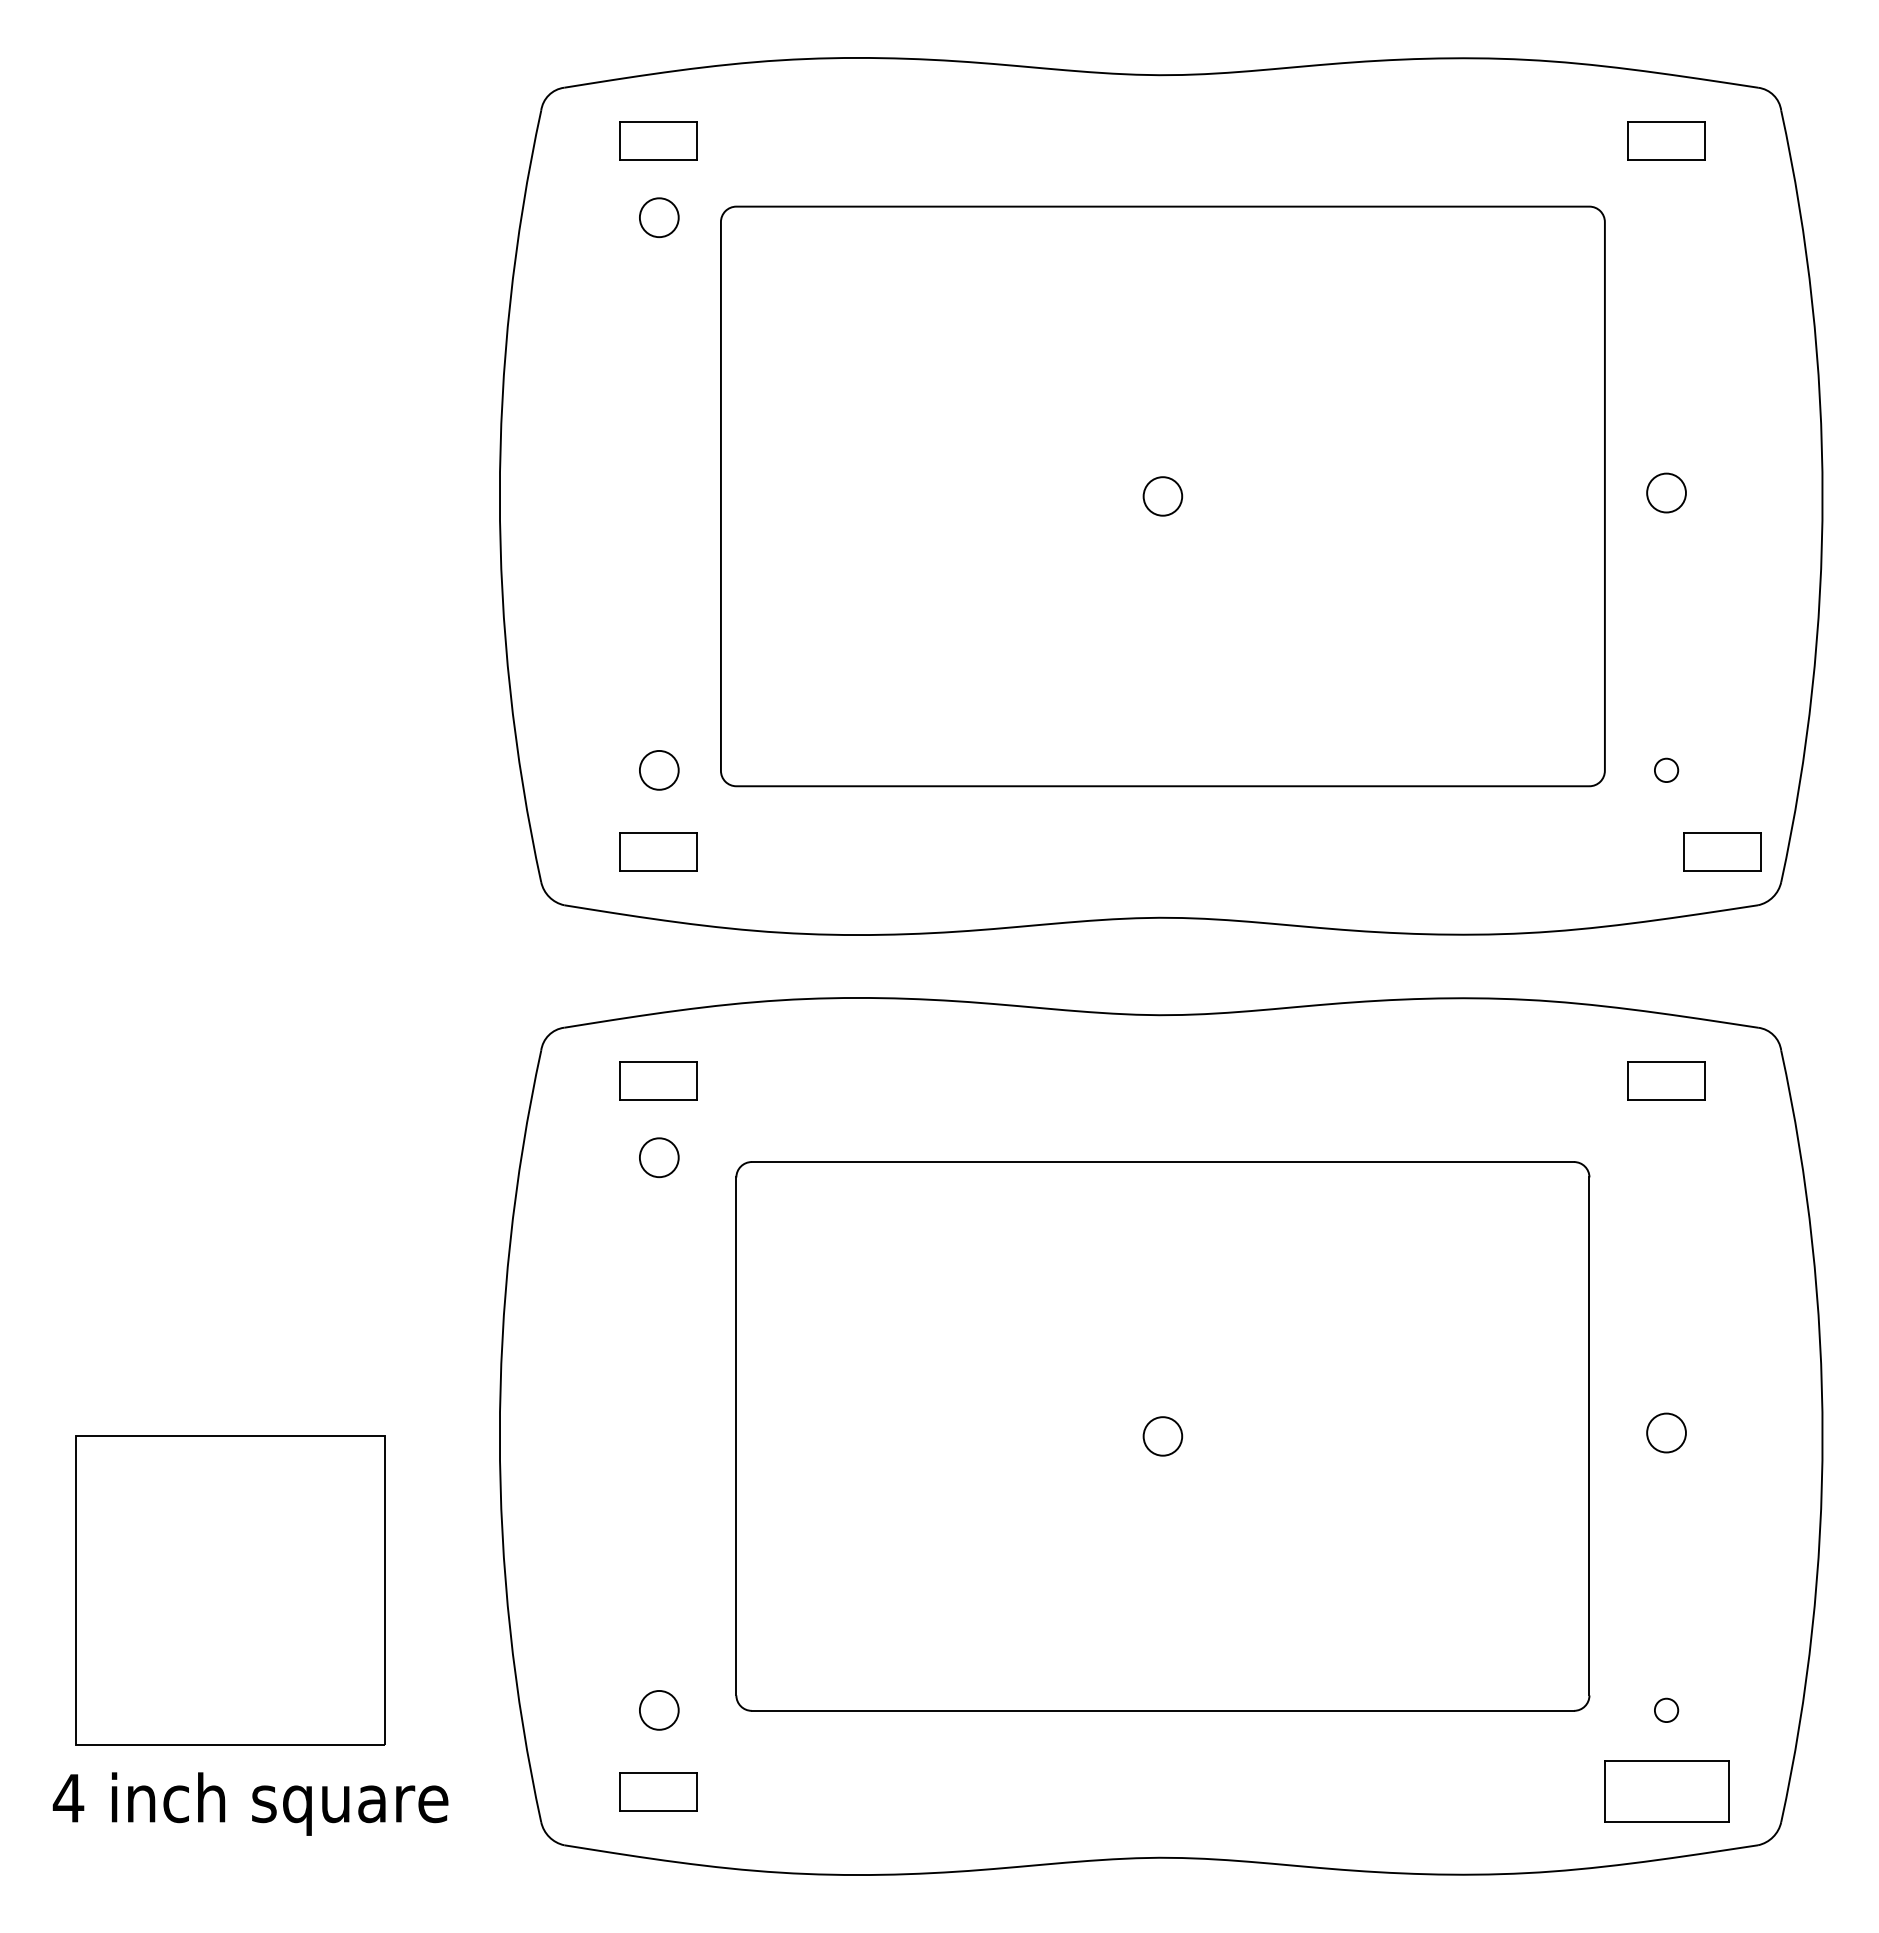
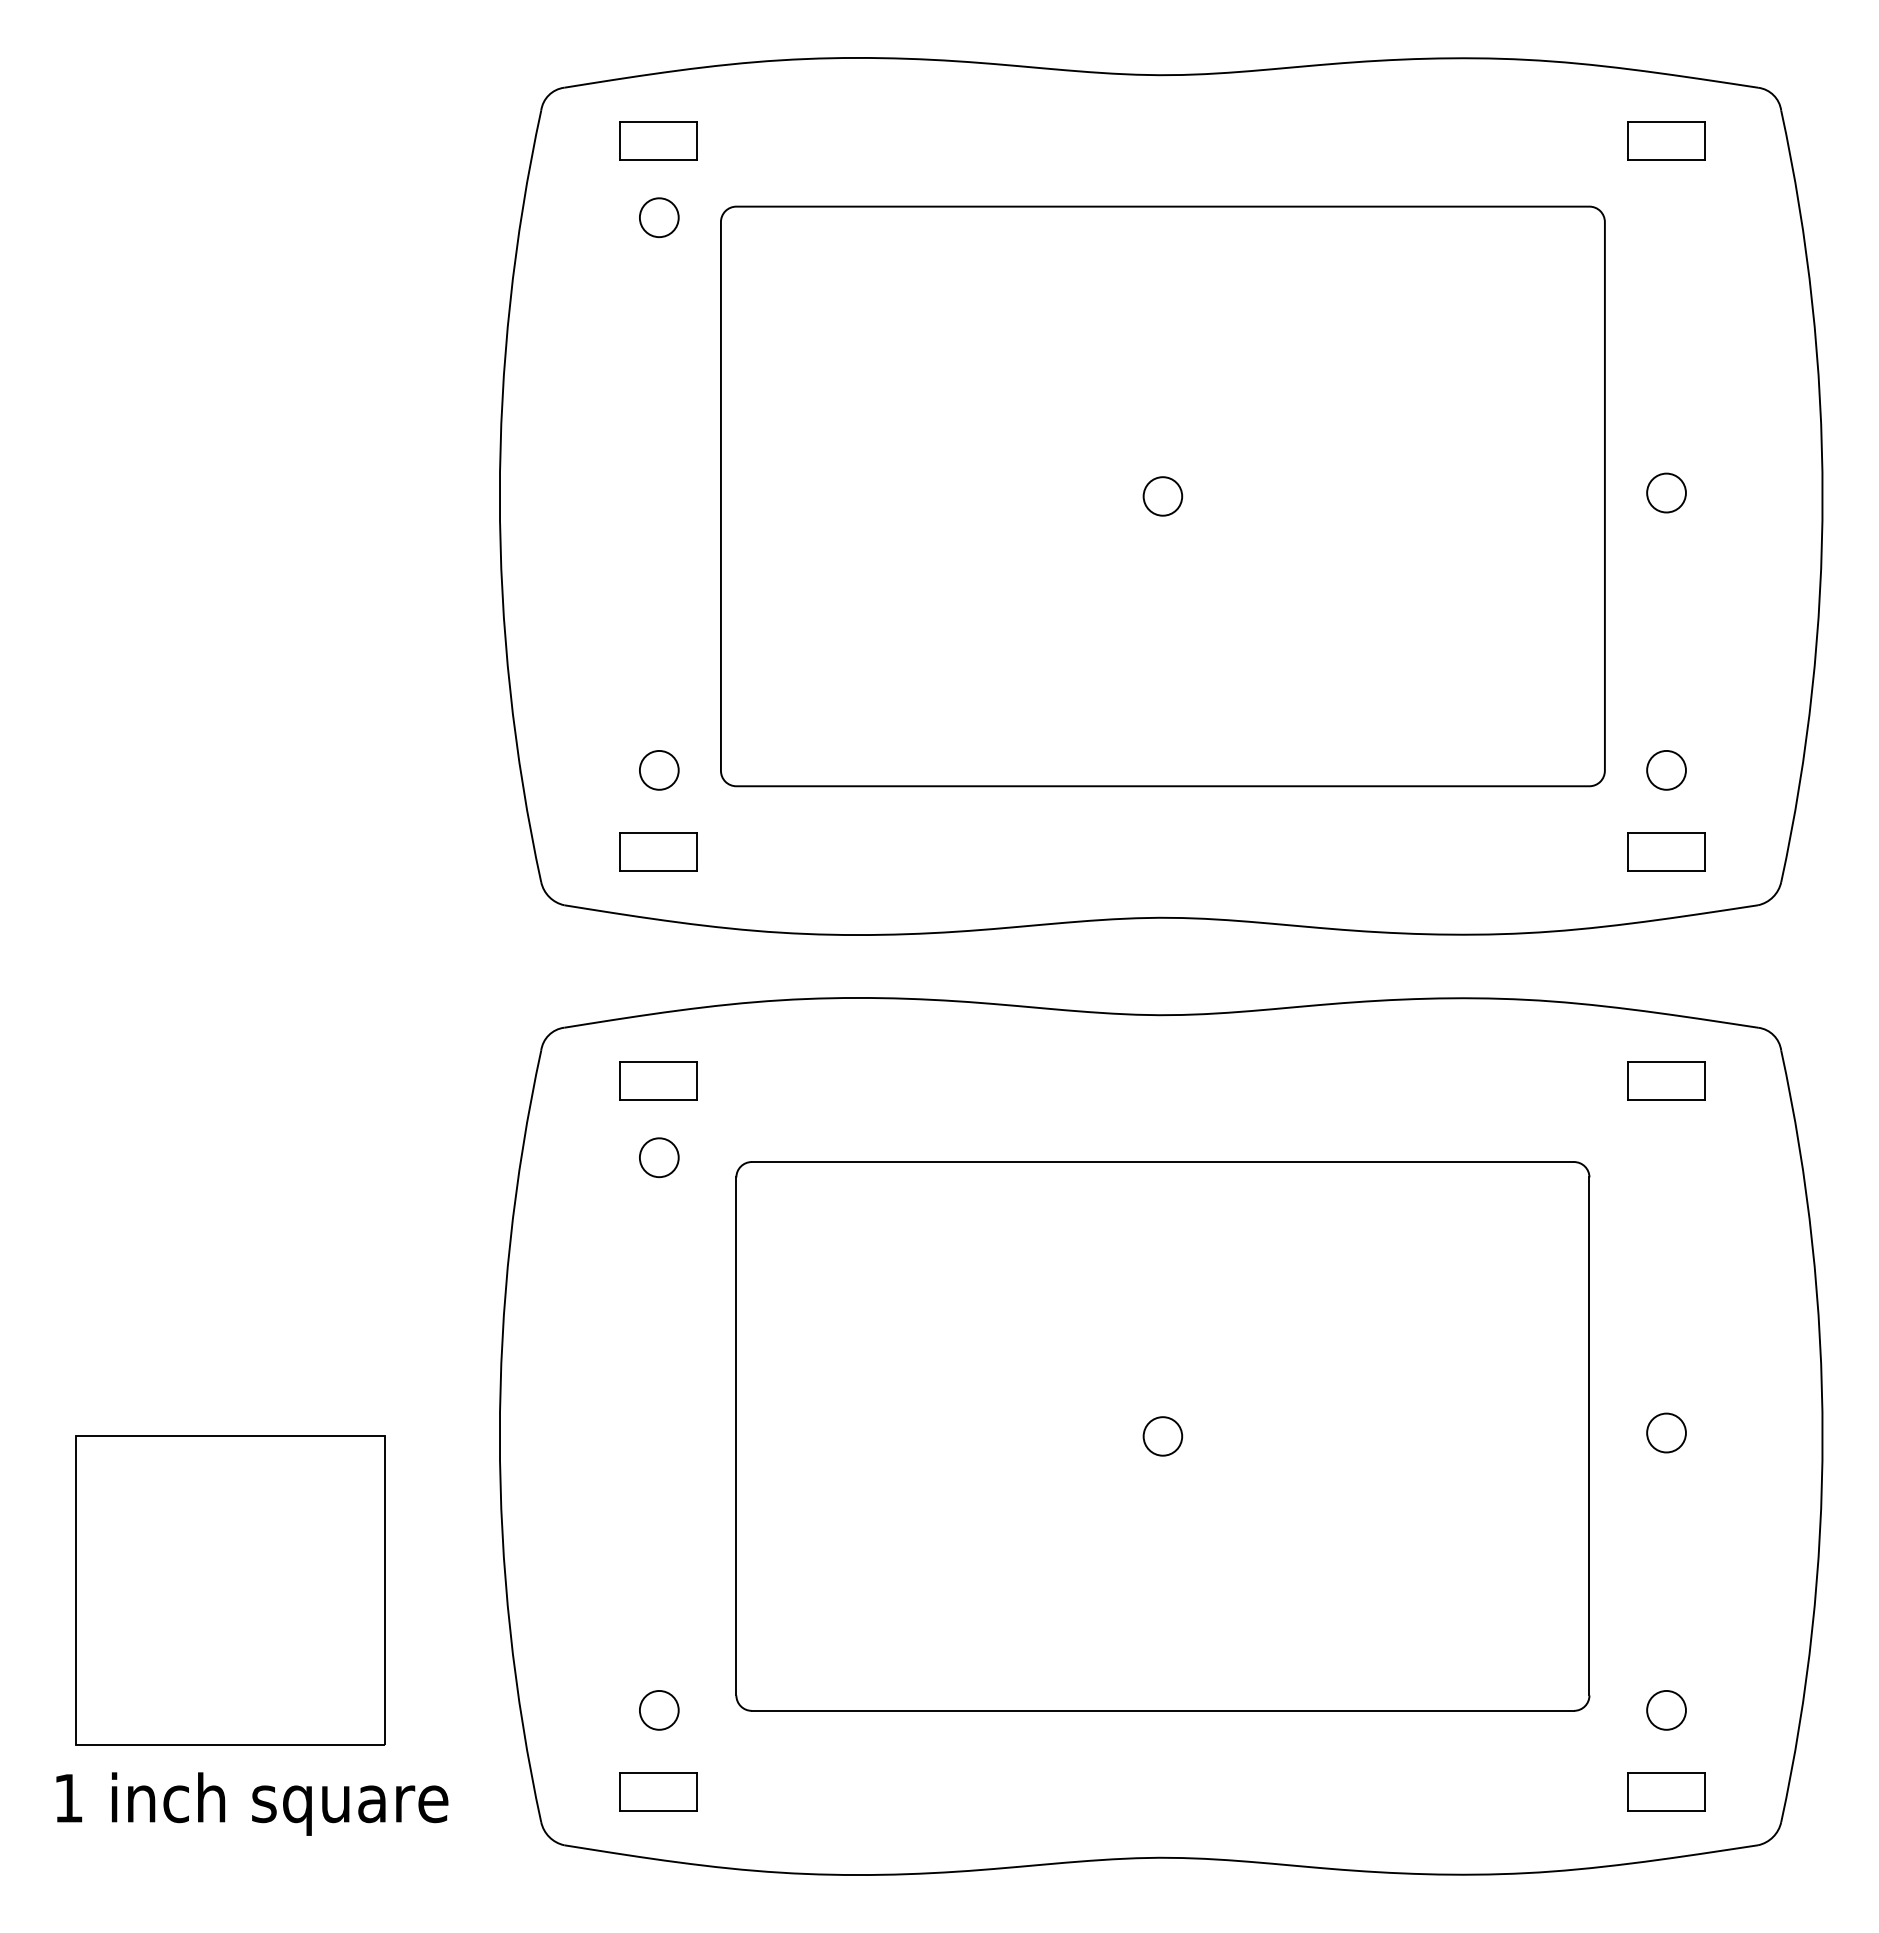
circle at (1666, 770) diameter: 23 px -> 39 px
part at (1722, 851) position: (1722, 851) -> (1666, 851)
circle at (1666, 1710) diameter: 23 px -> 39 px
part at (1666, 1791) size: 126x63 px -> 79x40 px
text at (68, 1798): 4 -> 1
